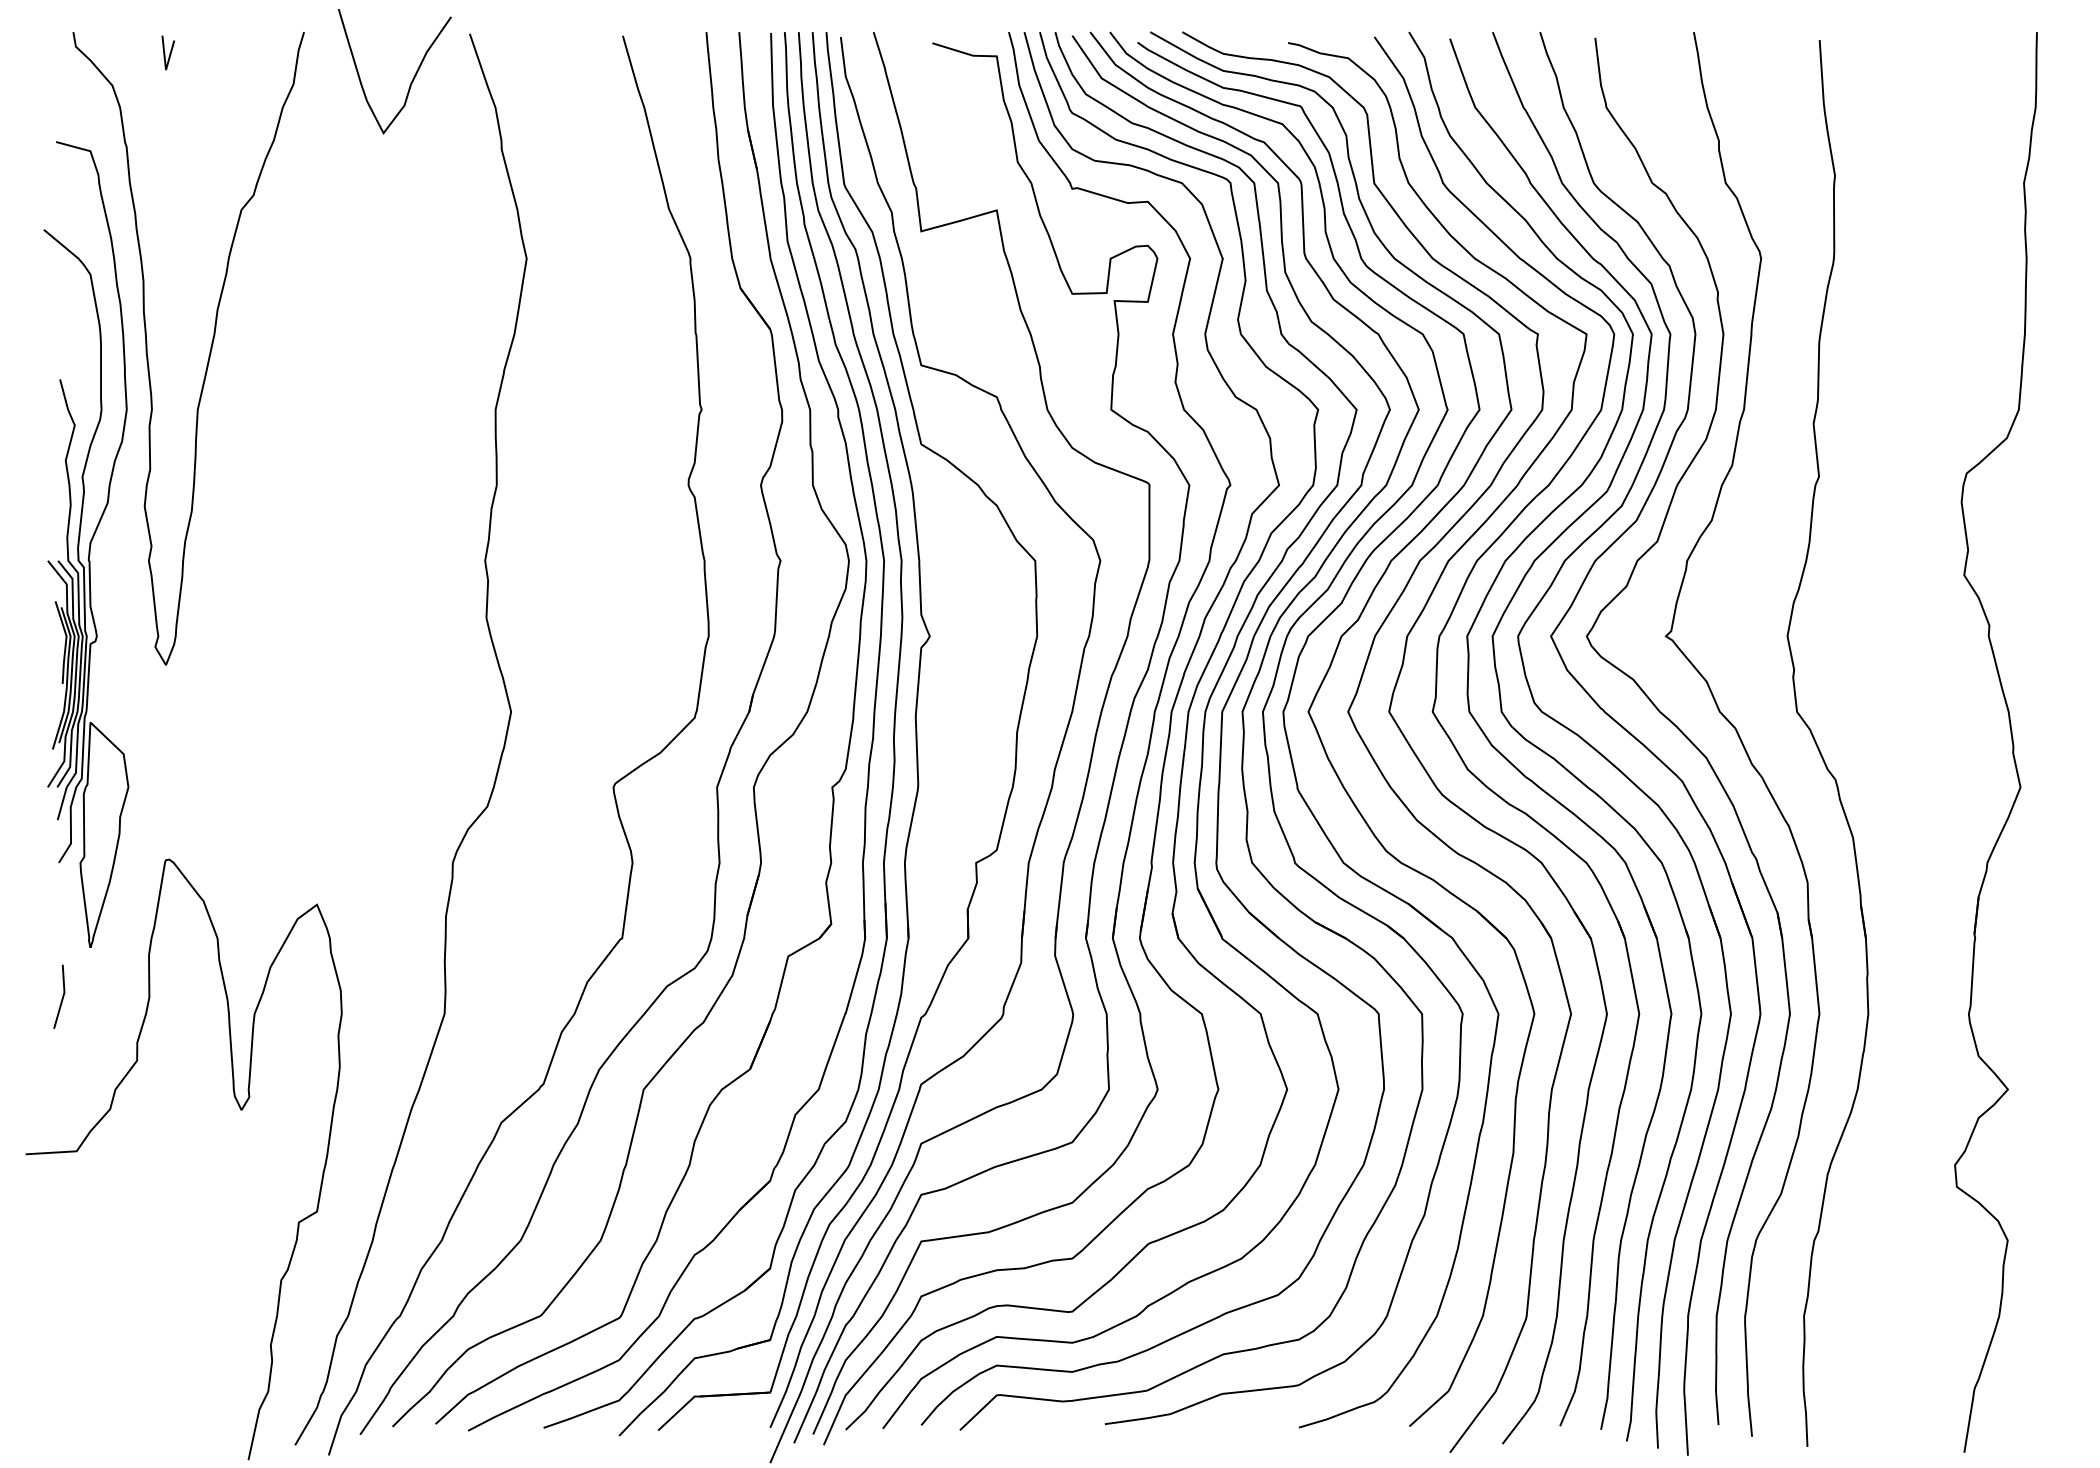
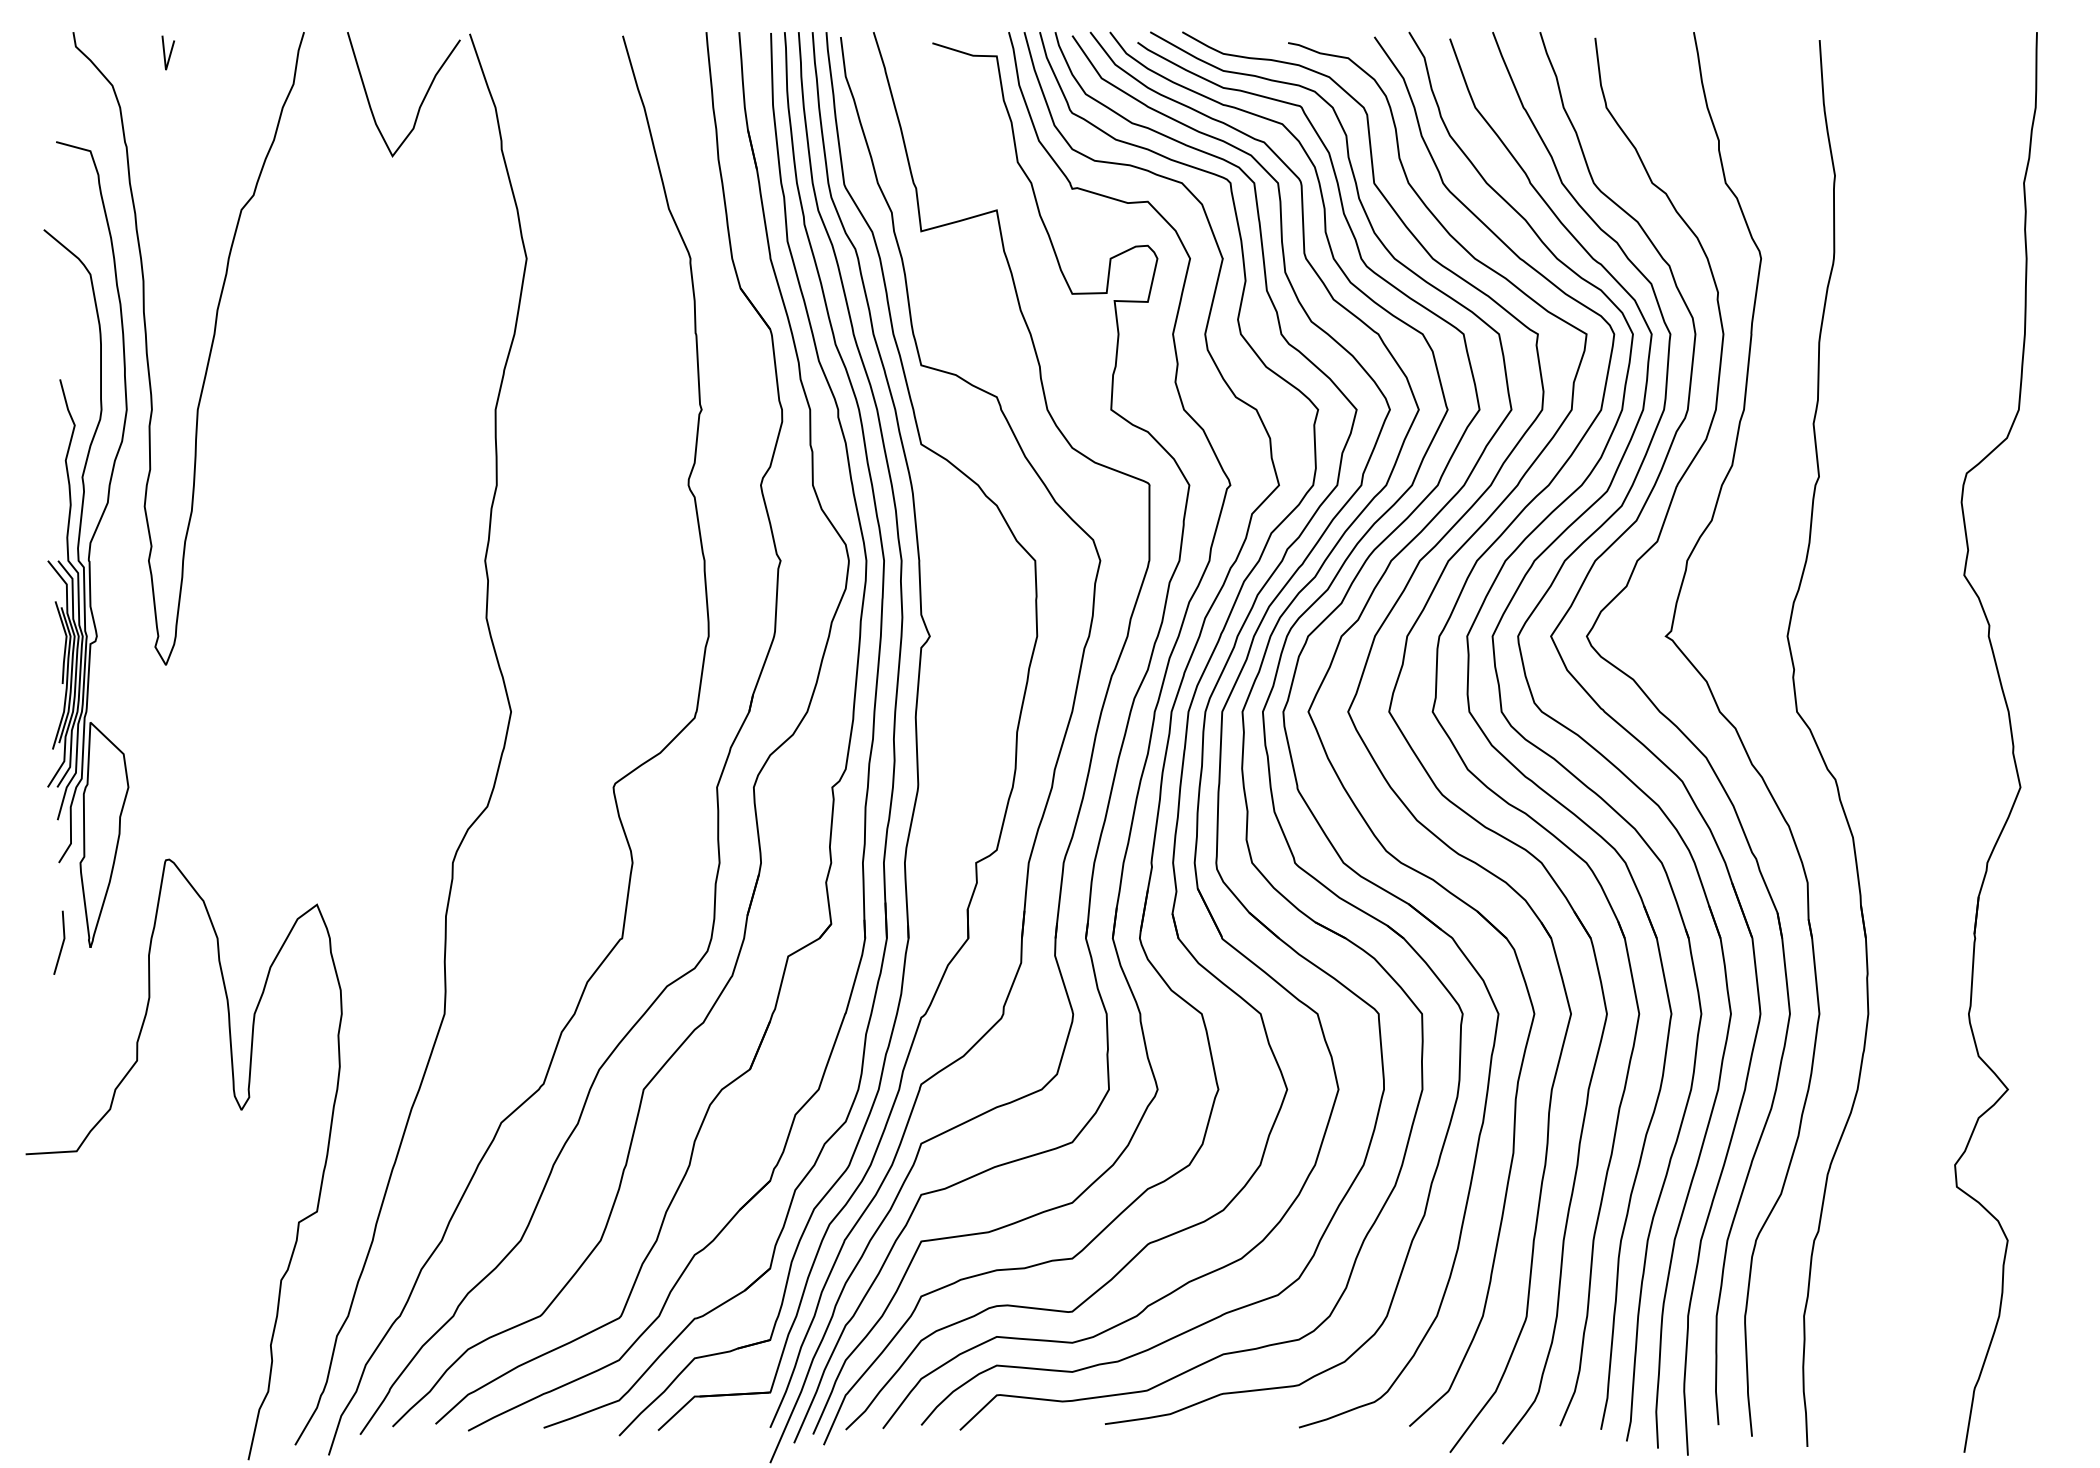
curve at (411, 80) position: (411, 80) -> (420, 103)
line at (61, 998) position: (61, 998) -> (61, 944)
